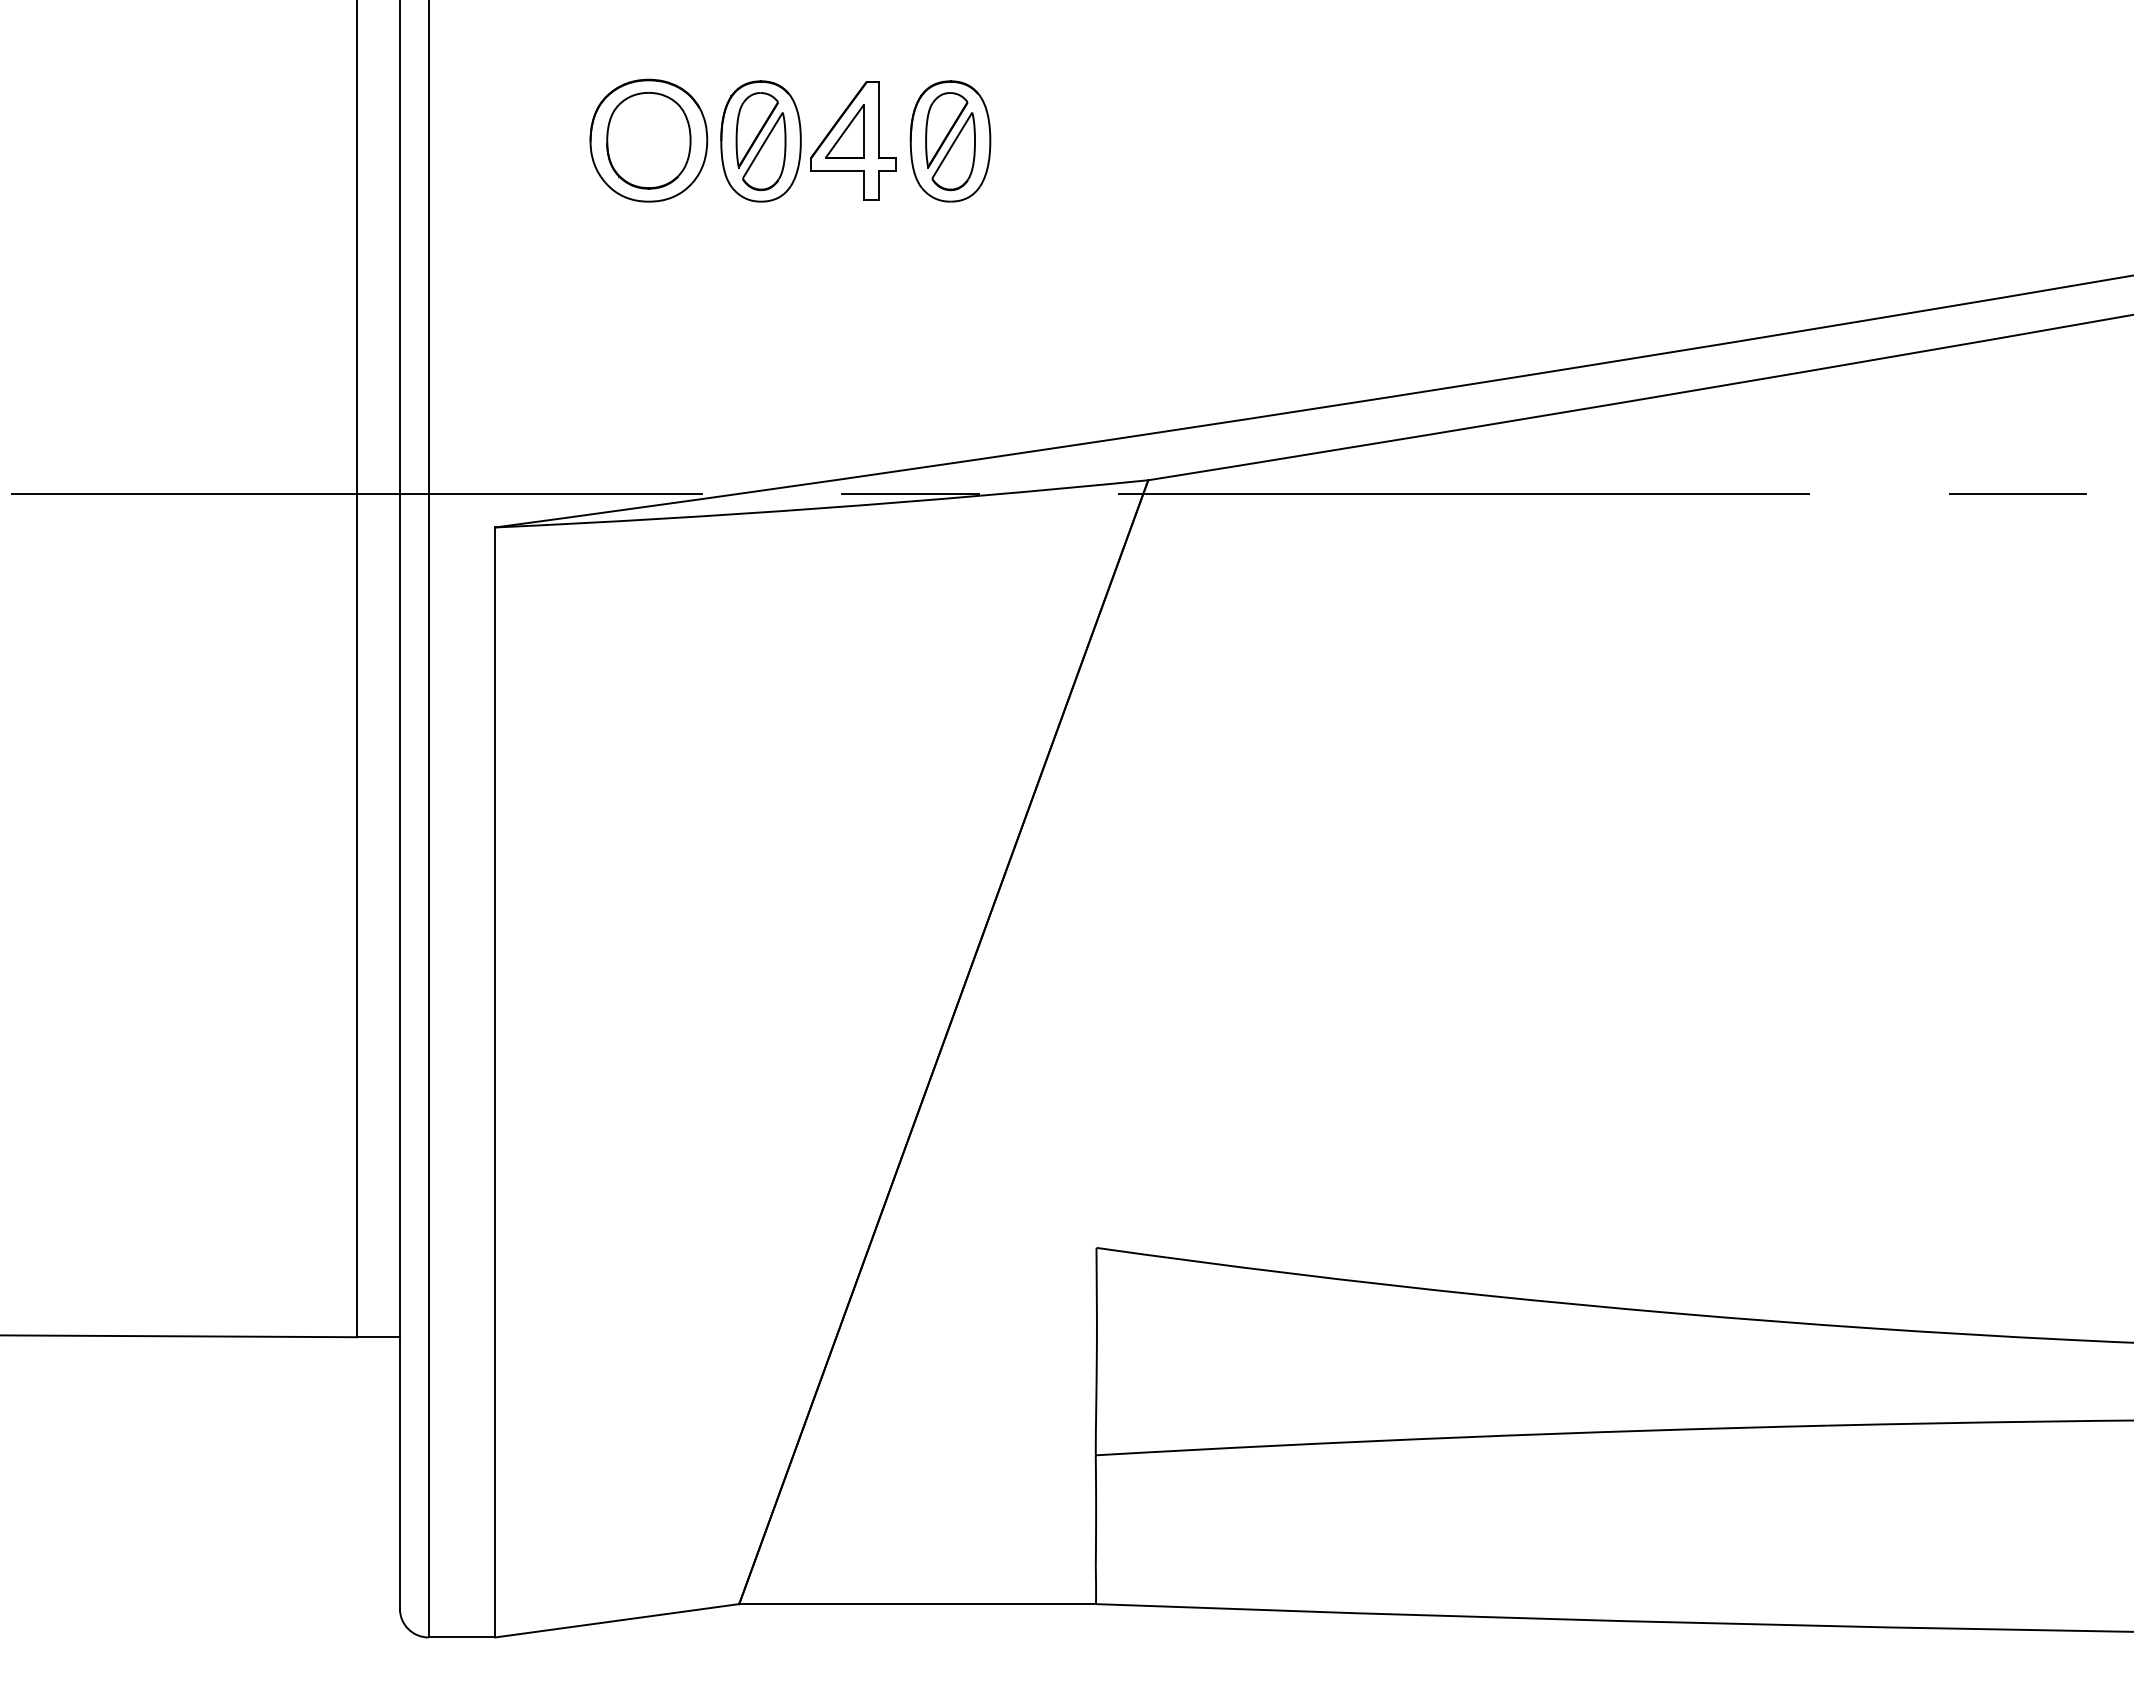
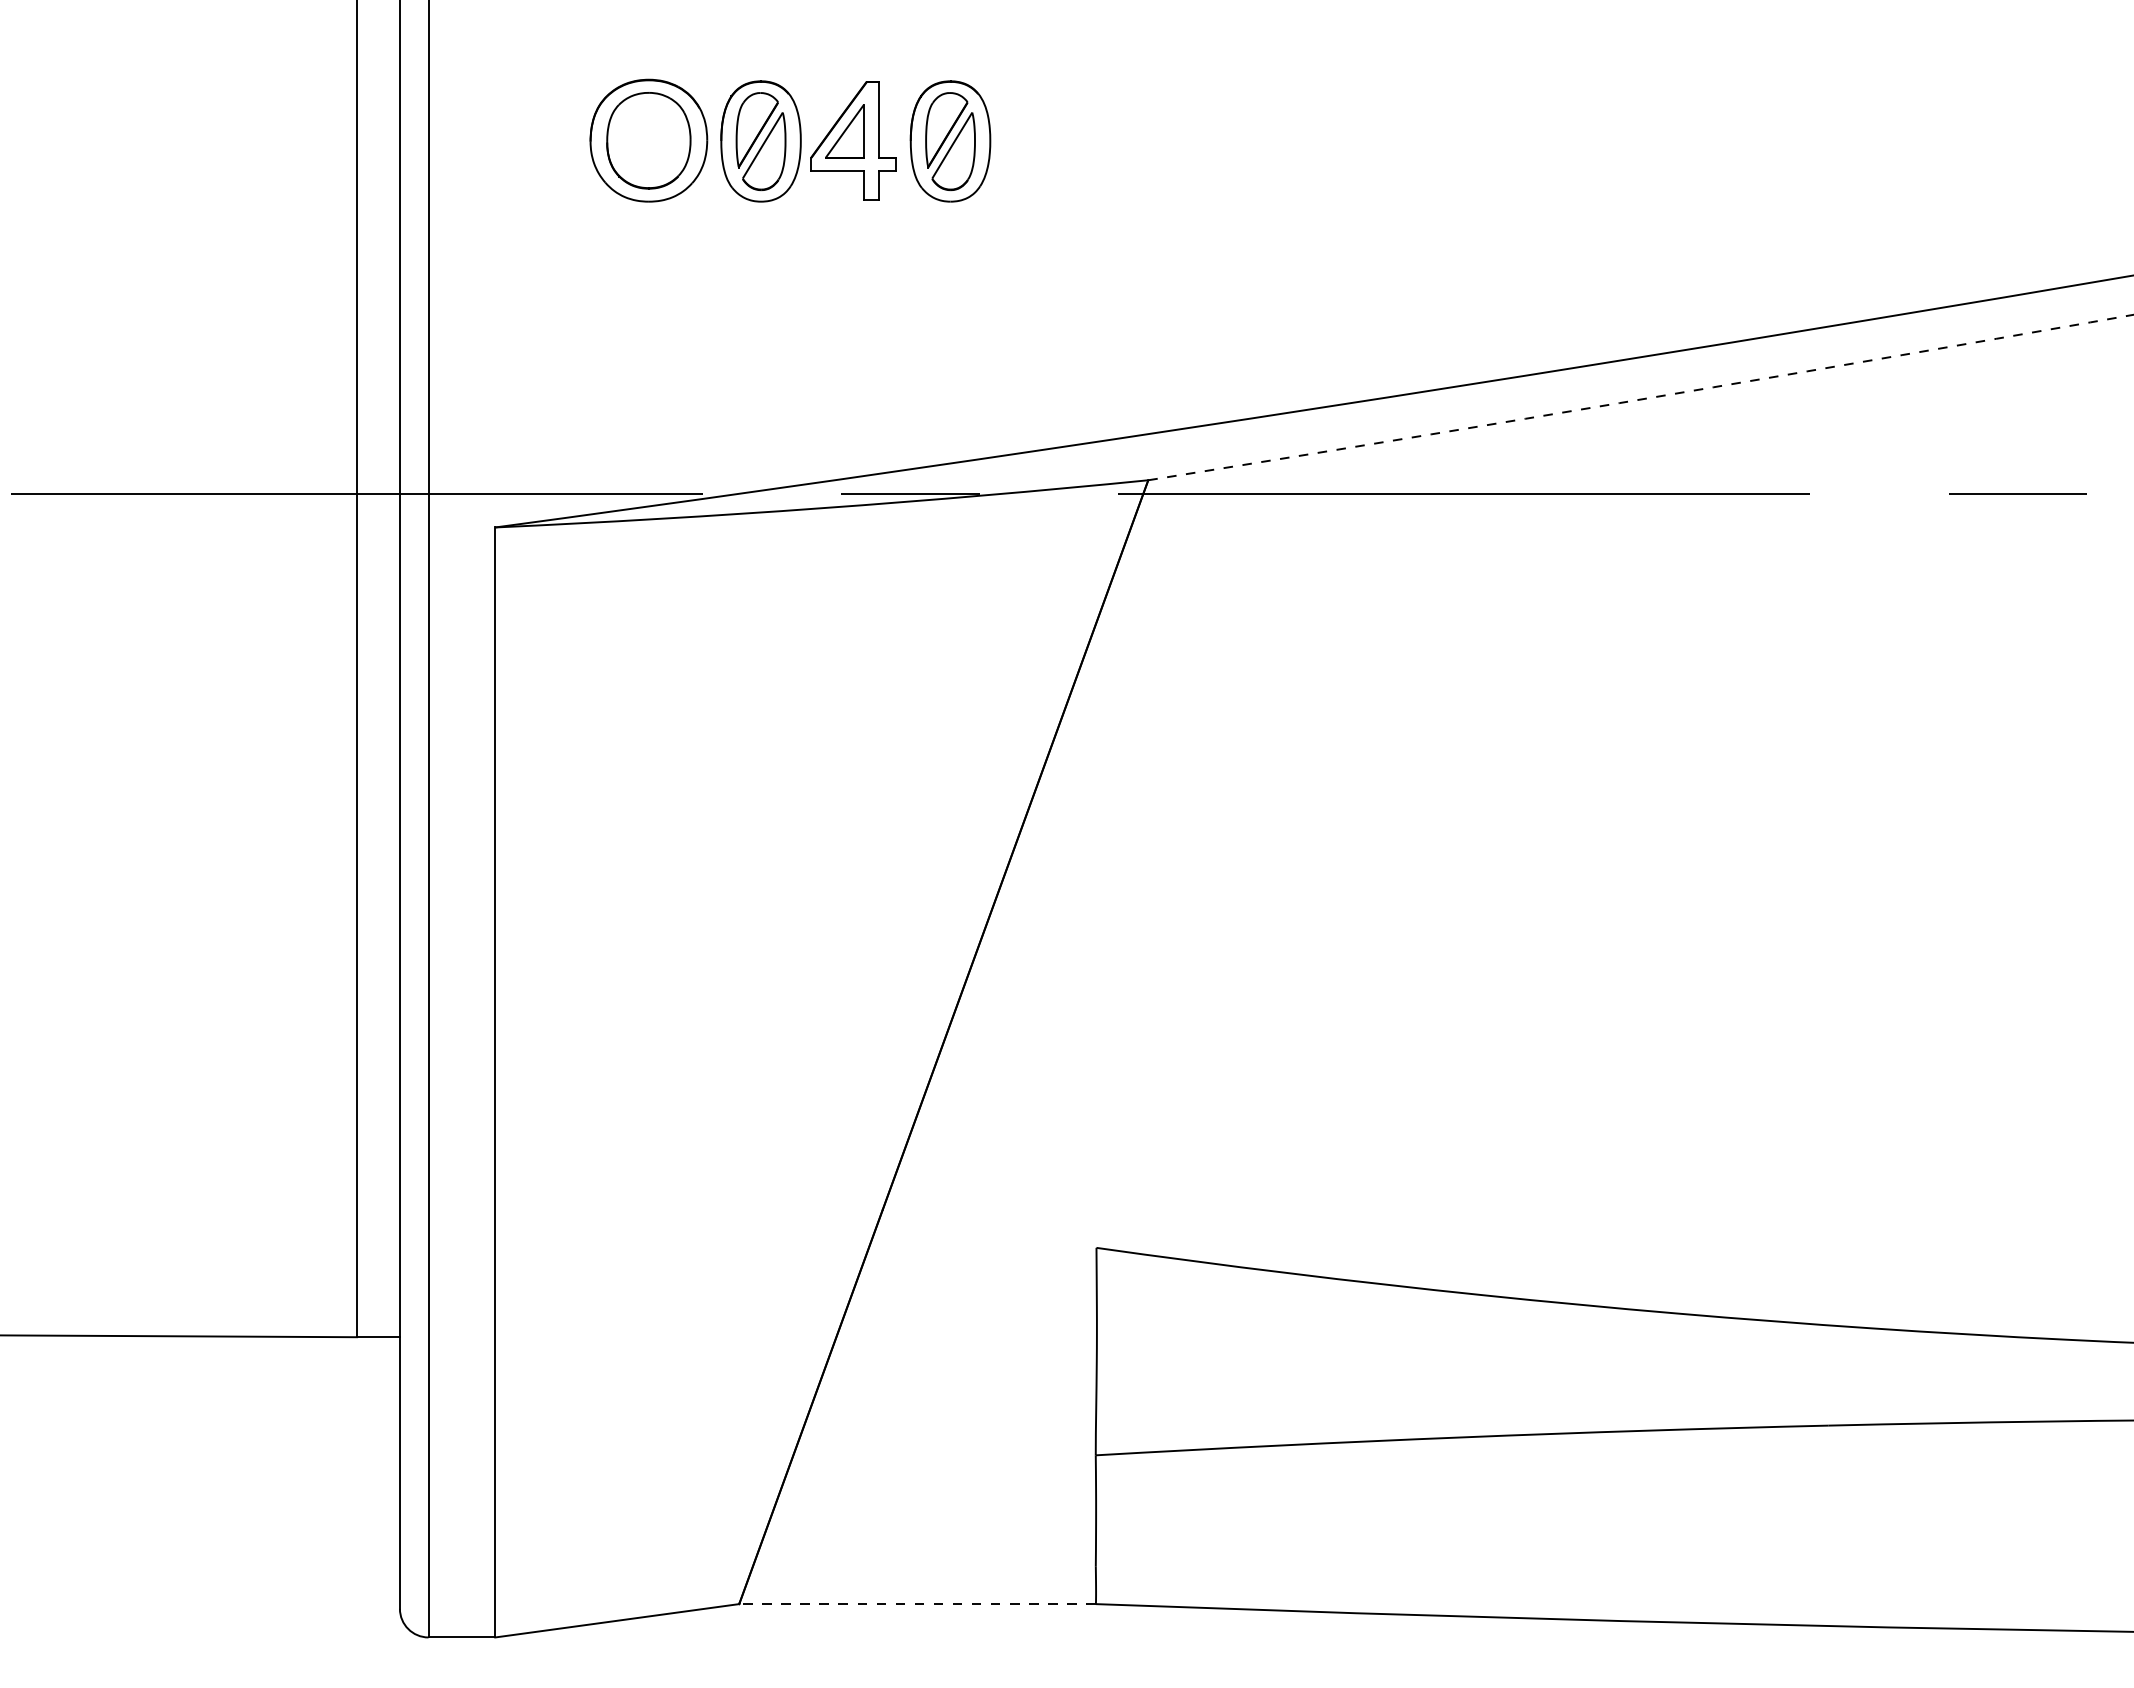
arc at (1642, 399): solid -> dashed
line at (917, 1604): solid -> dashed
